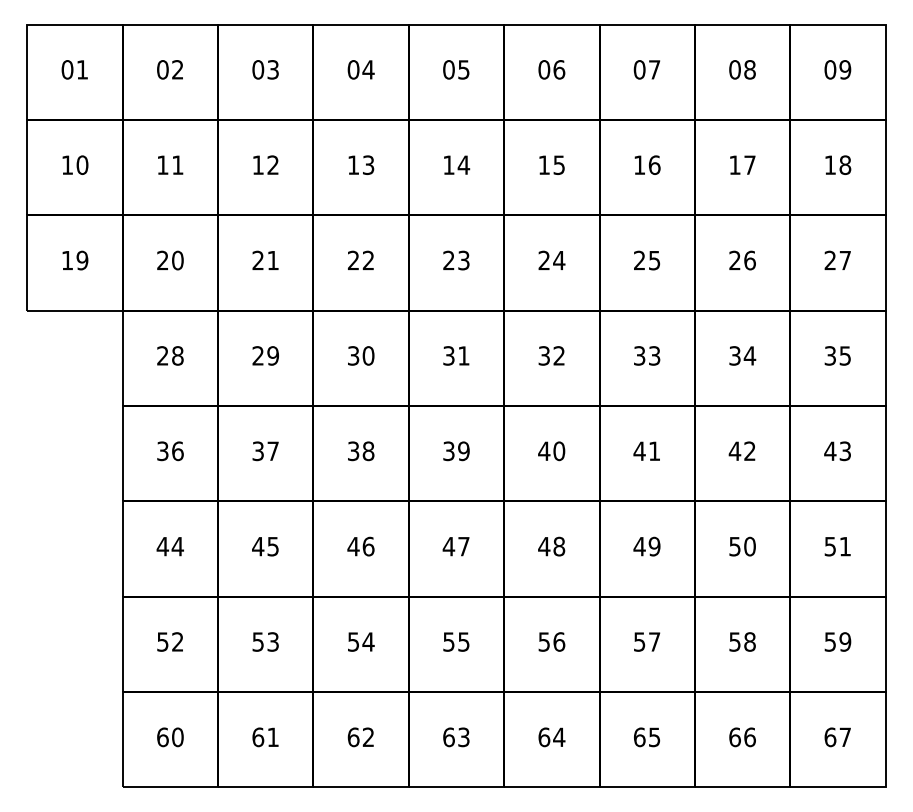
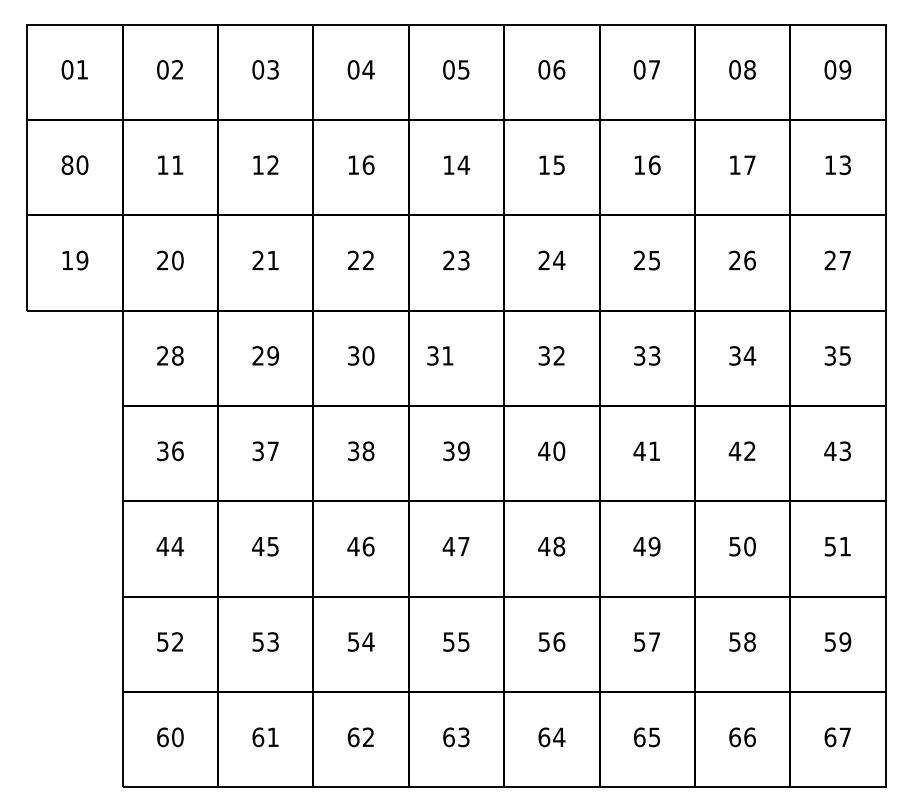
text at (845, 164): 18 -> 13
text at (67, 165): 10 -> 80
text at (368, 165): 13 -> 16
text at (456, 355) position: (456, 355) -> (440, 355)
